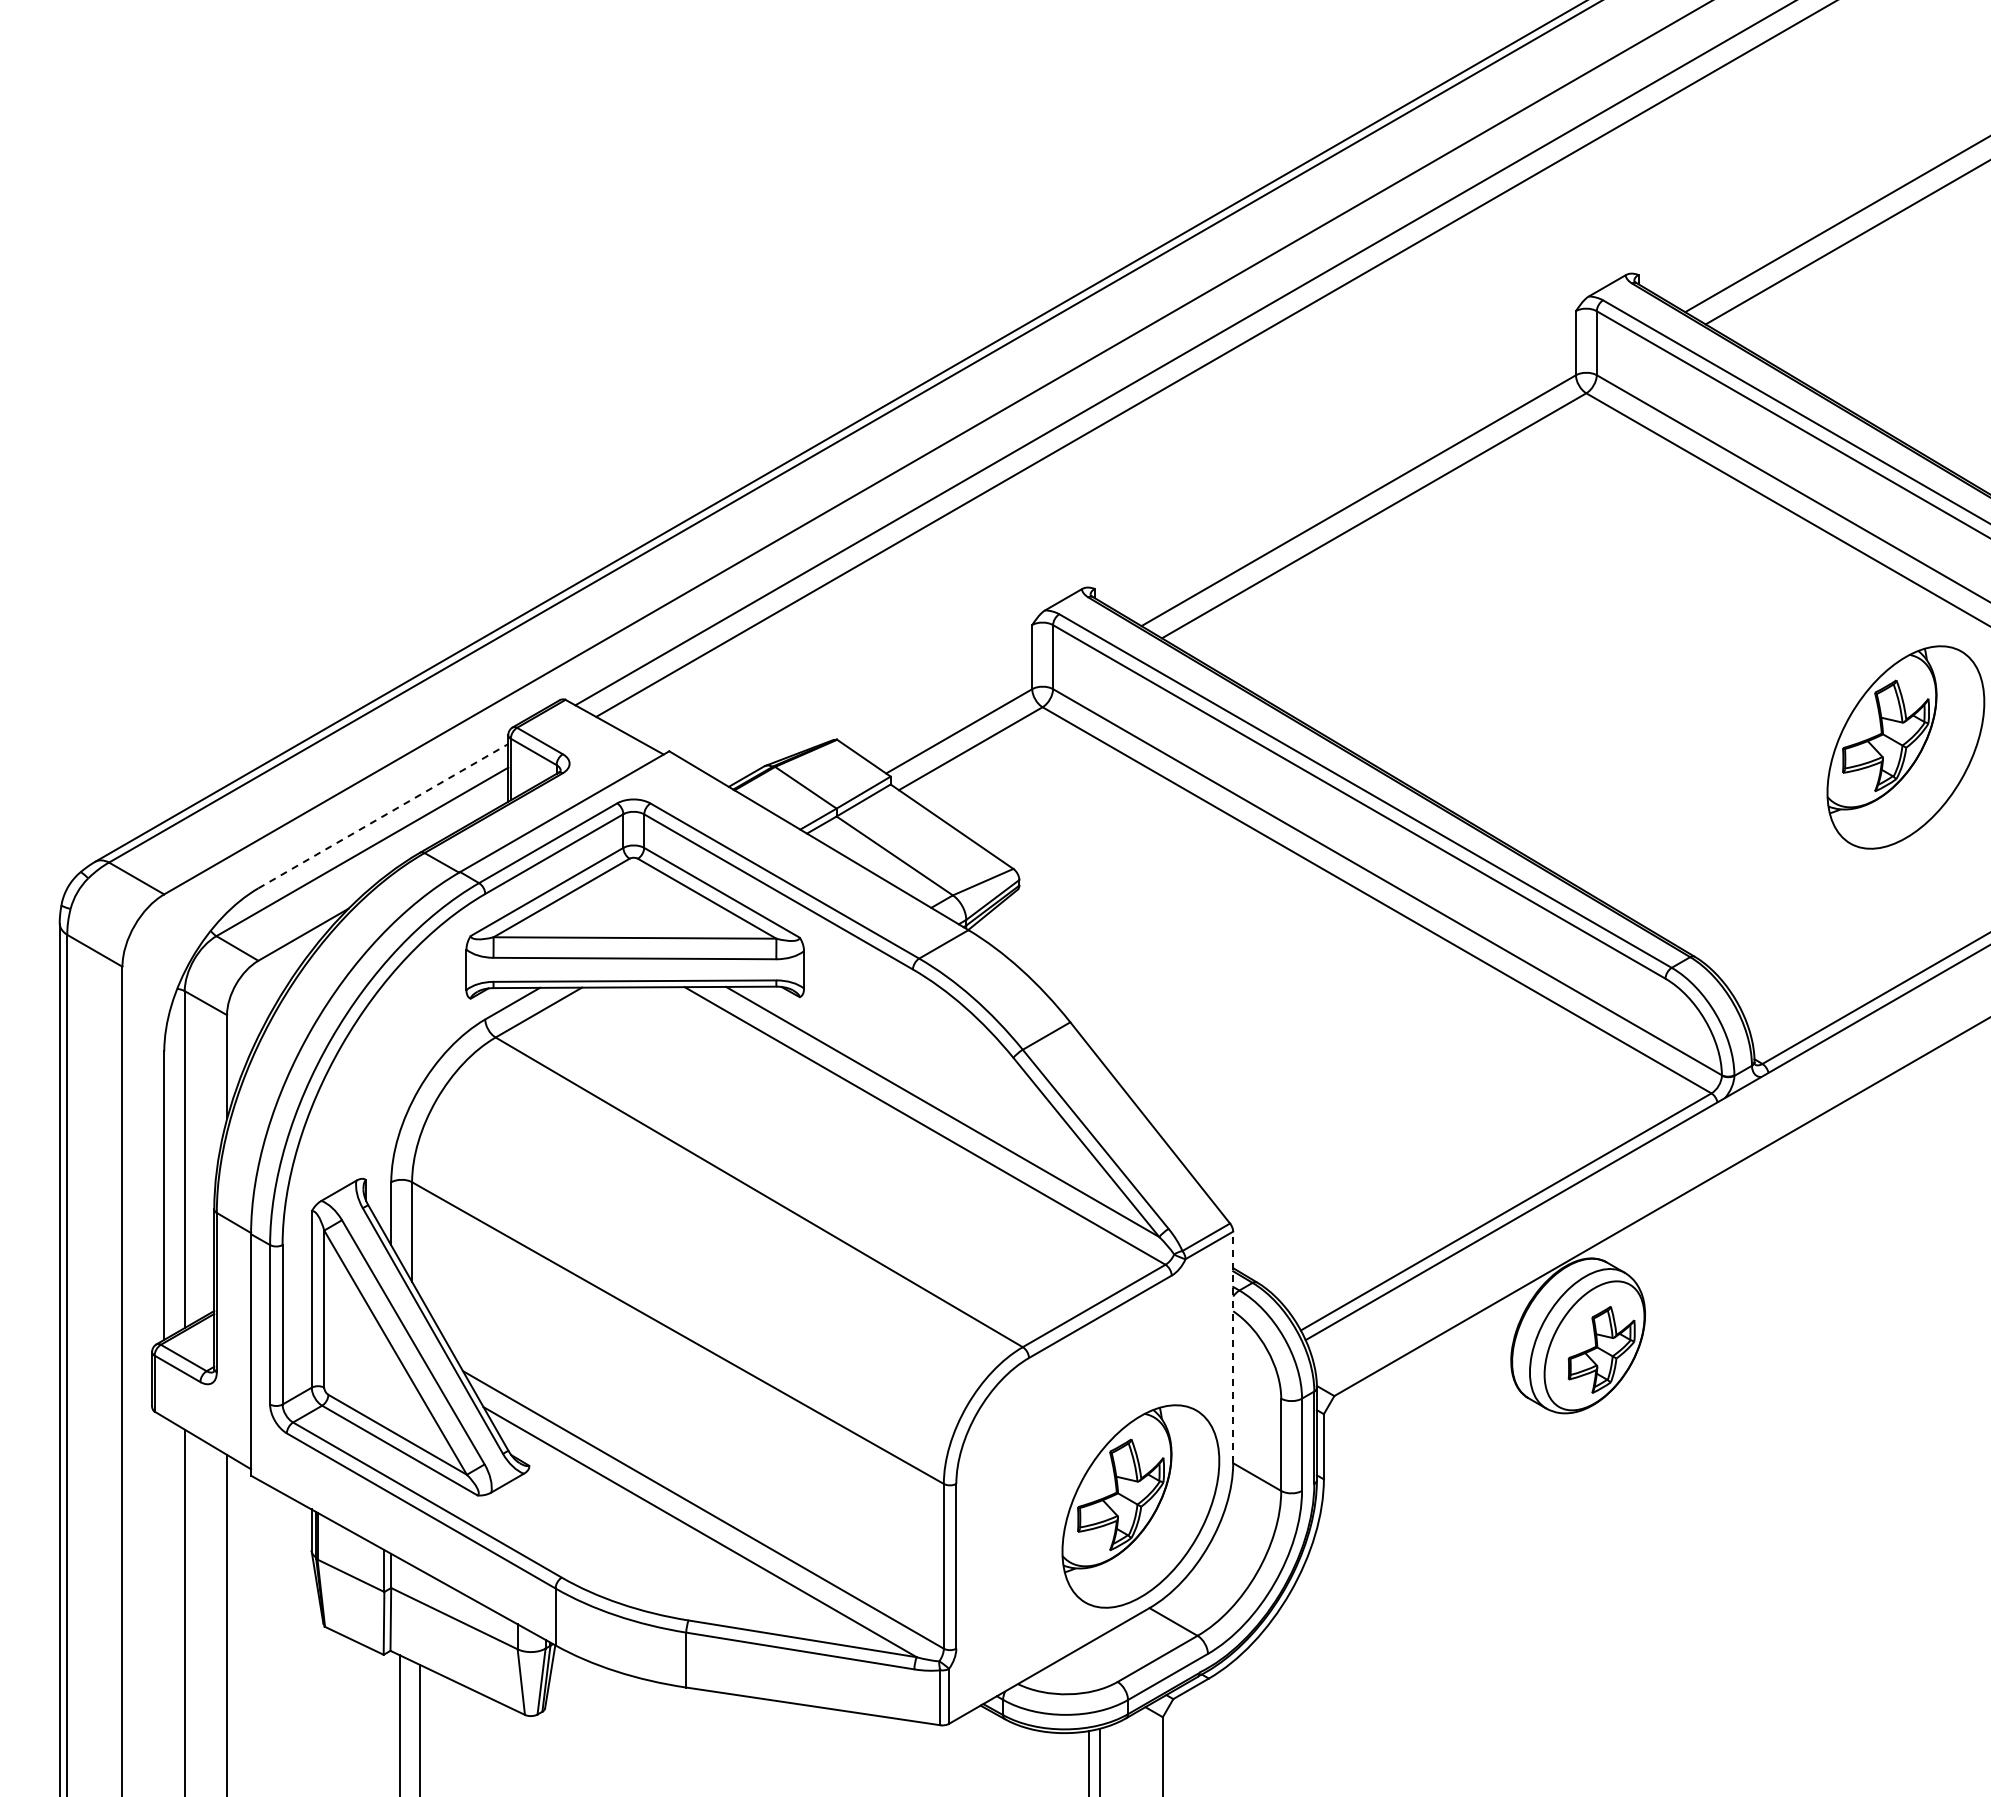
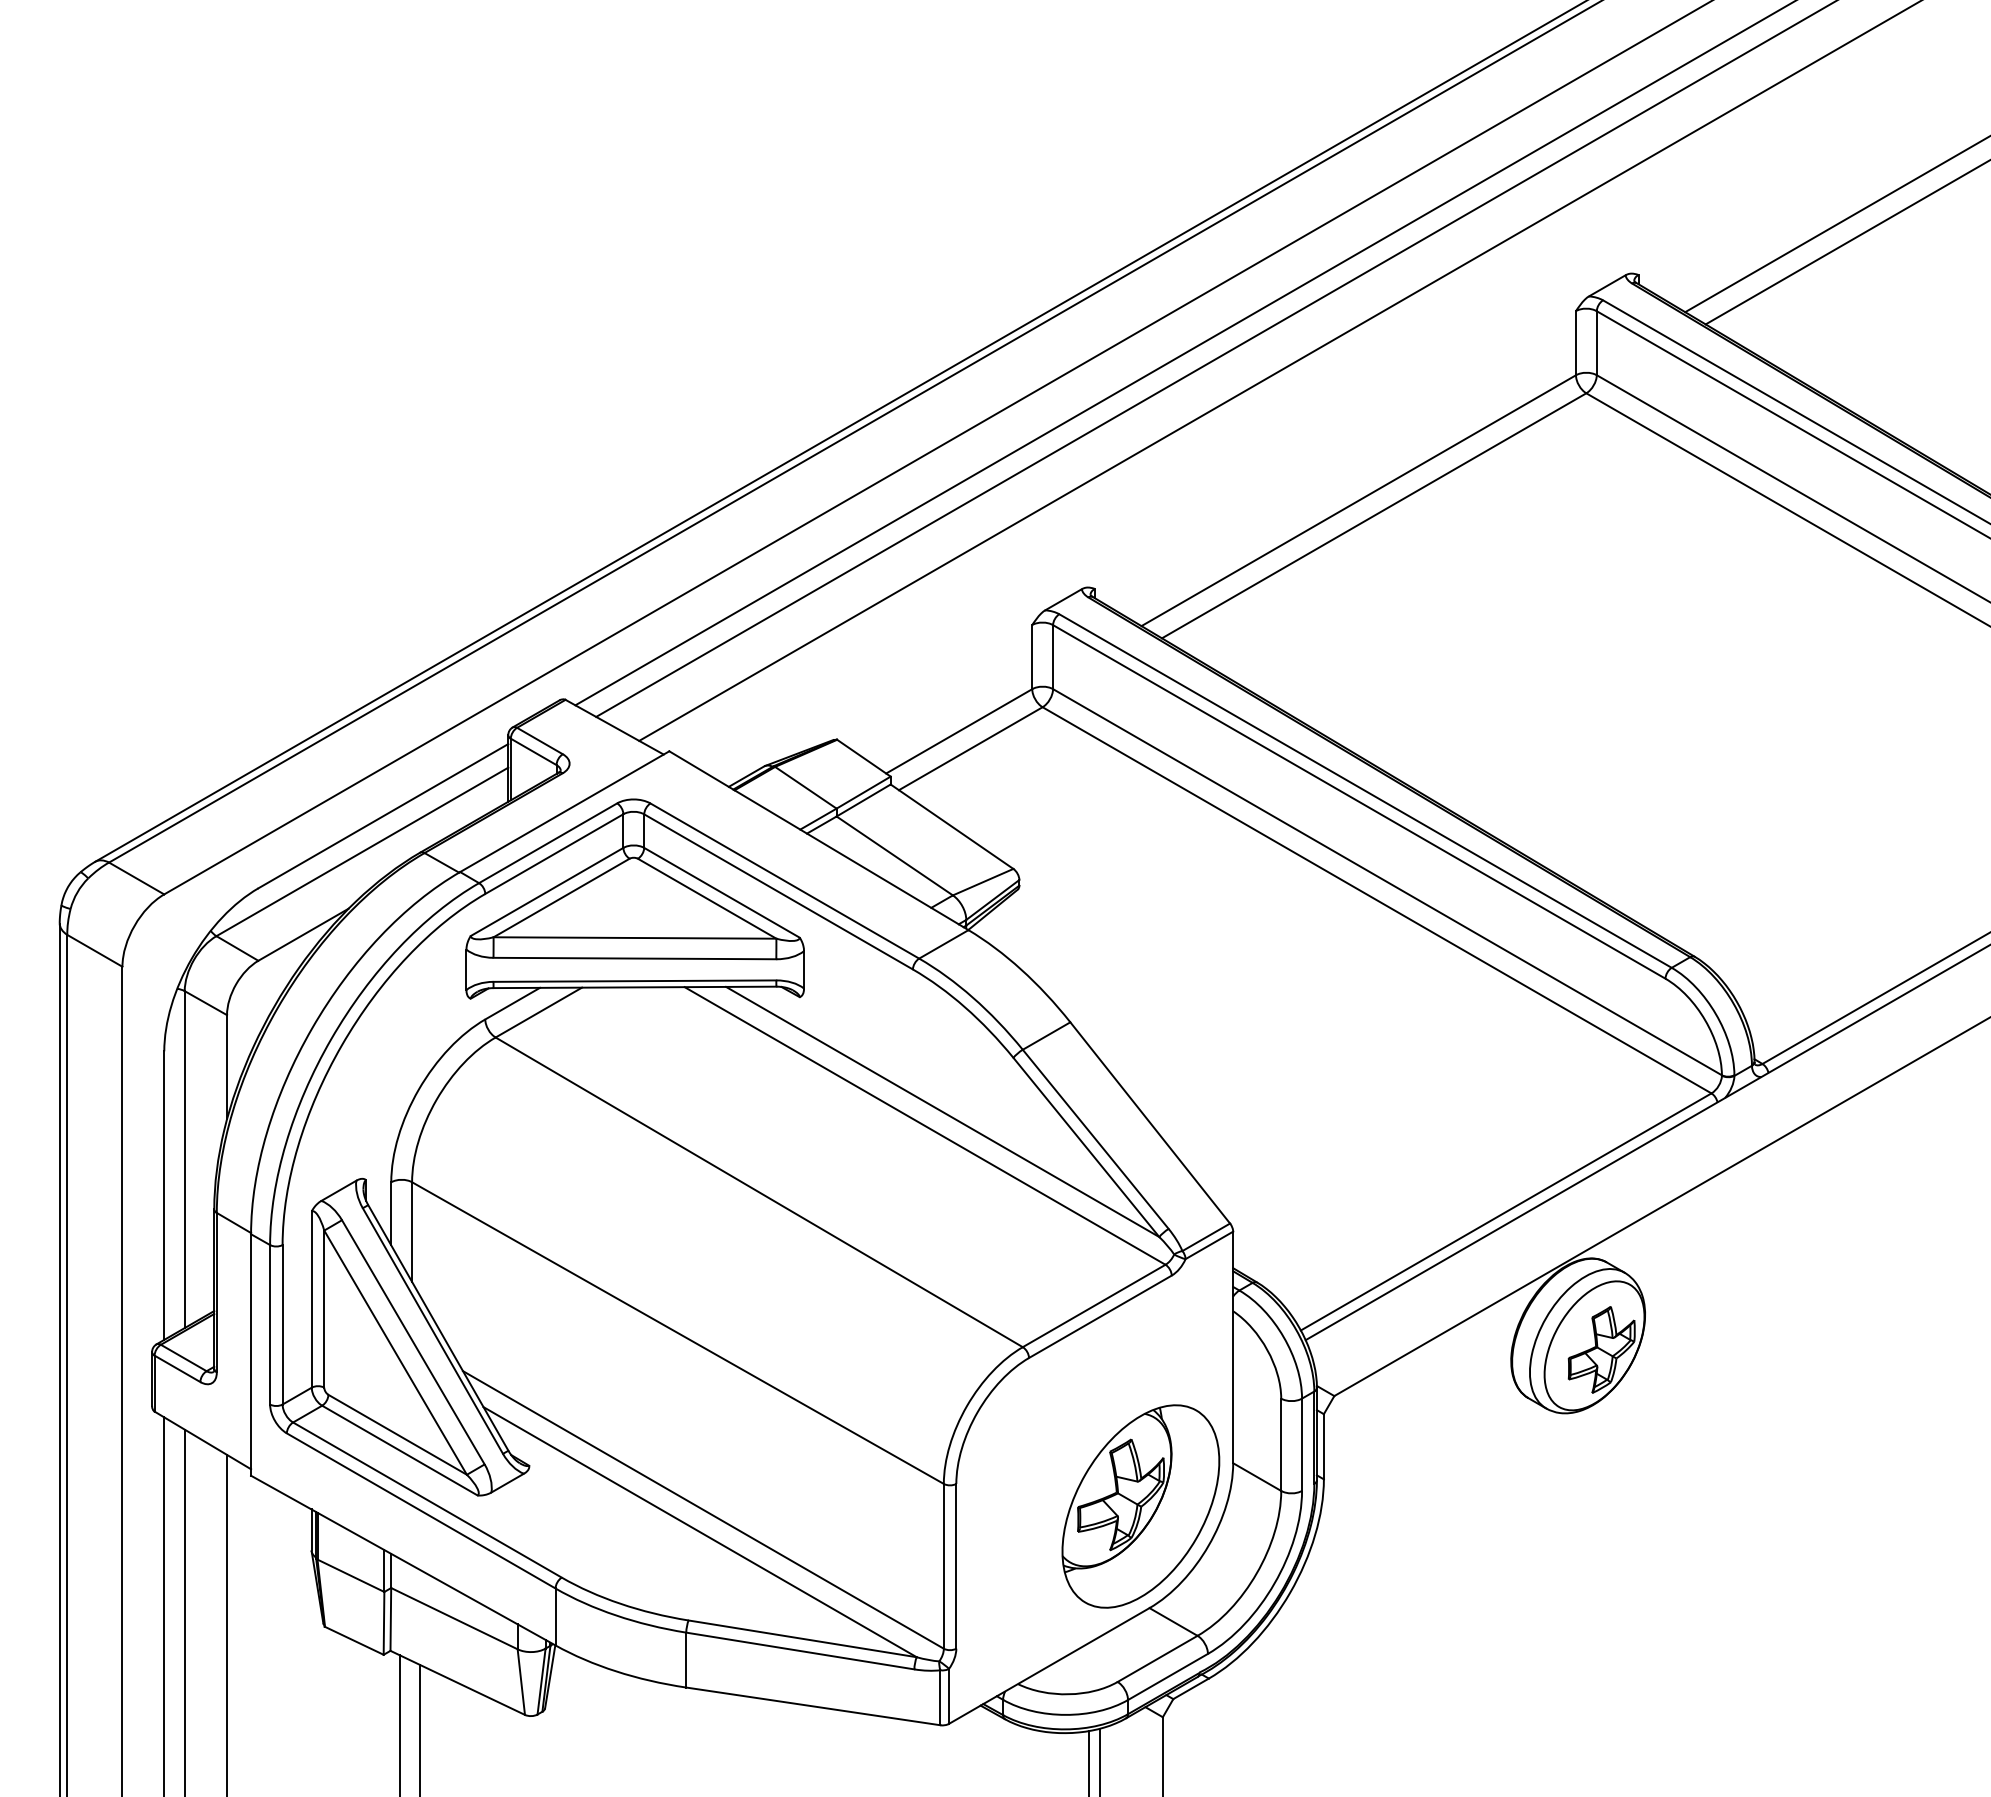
line at (1278, 371): none -> present
part at (1905, 747): present -> none
line at (383, 815): dashed -> solid
line at (1233, 1347): dashed -> solid
line at (164, 1605): none -> present
